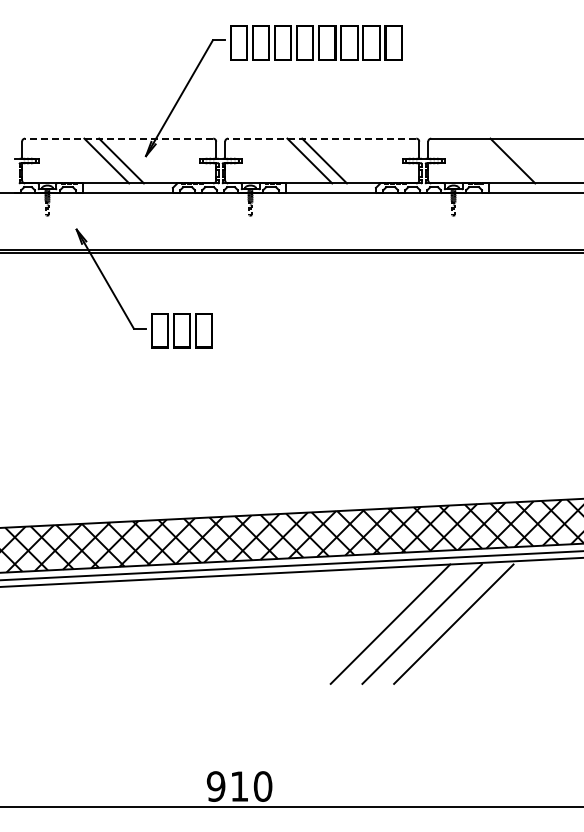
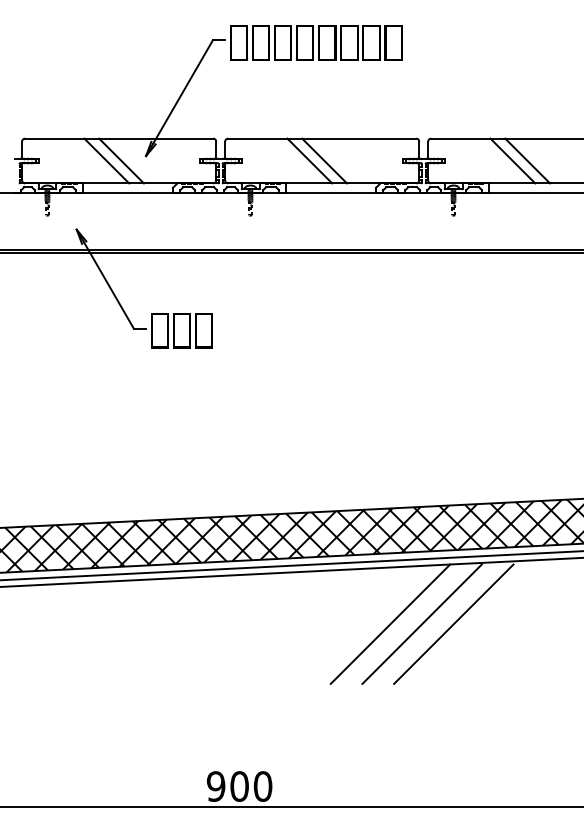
line at (118, 138): dashed -> solid
line at (321, 138): dashed -> solid
line at (527, 160): none -> present
text at (239, 786): 910 -> 900
